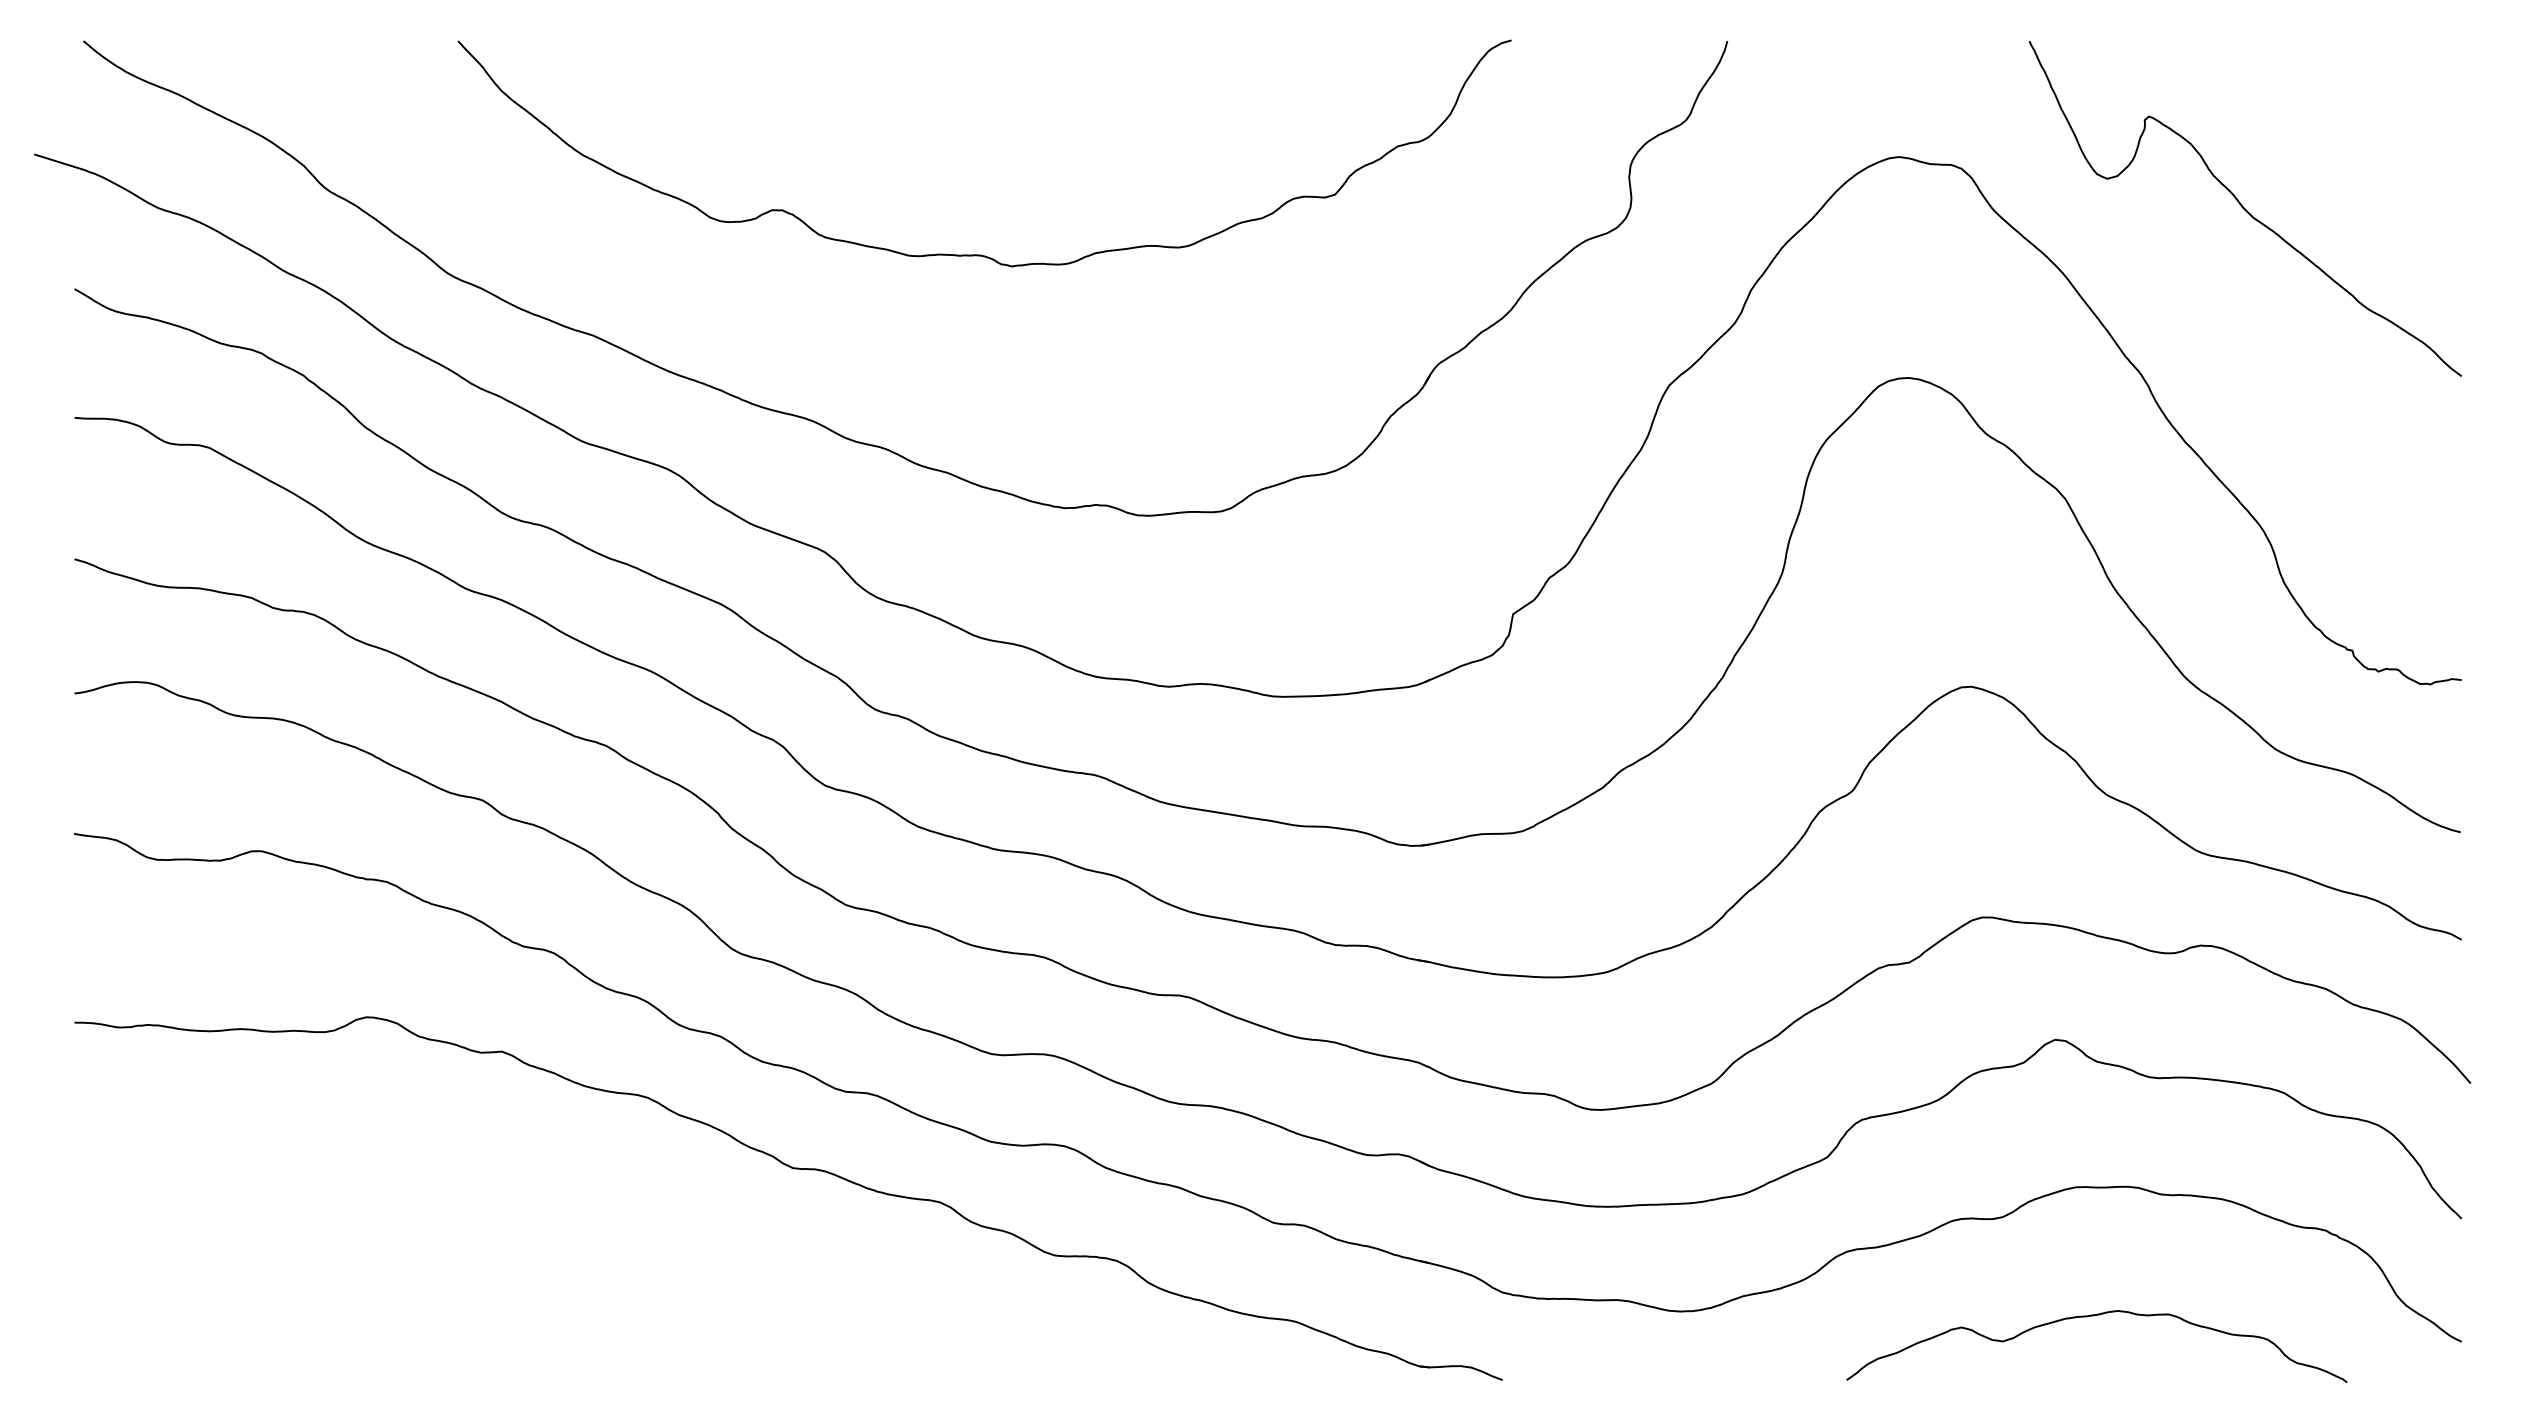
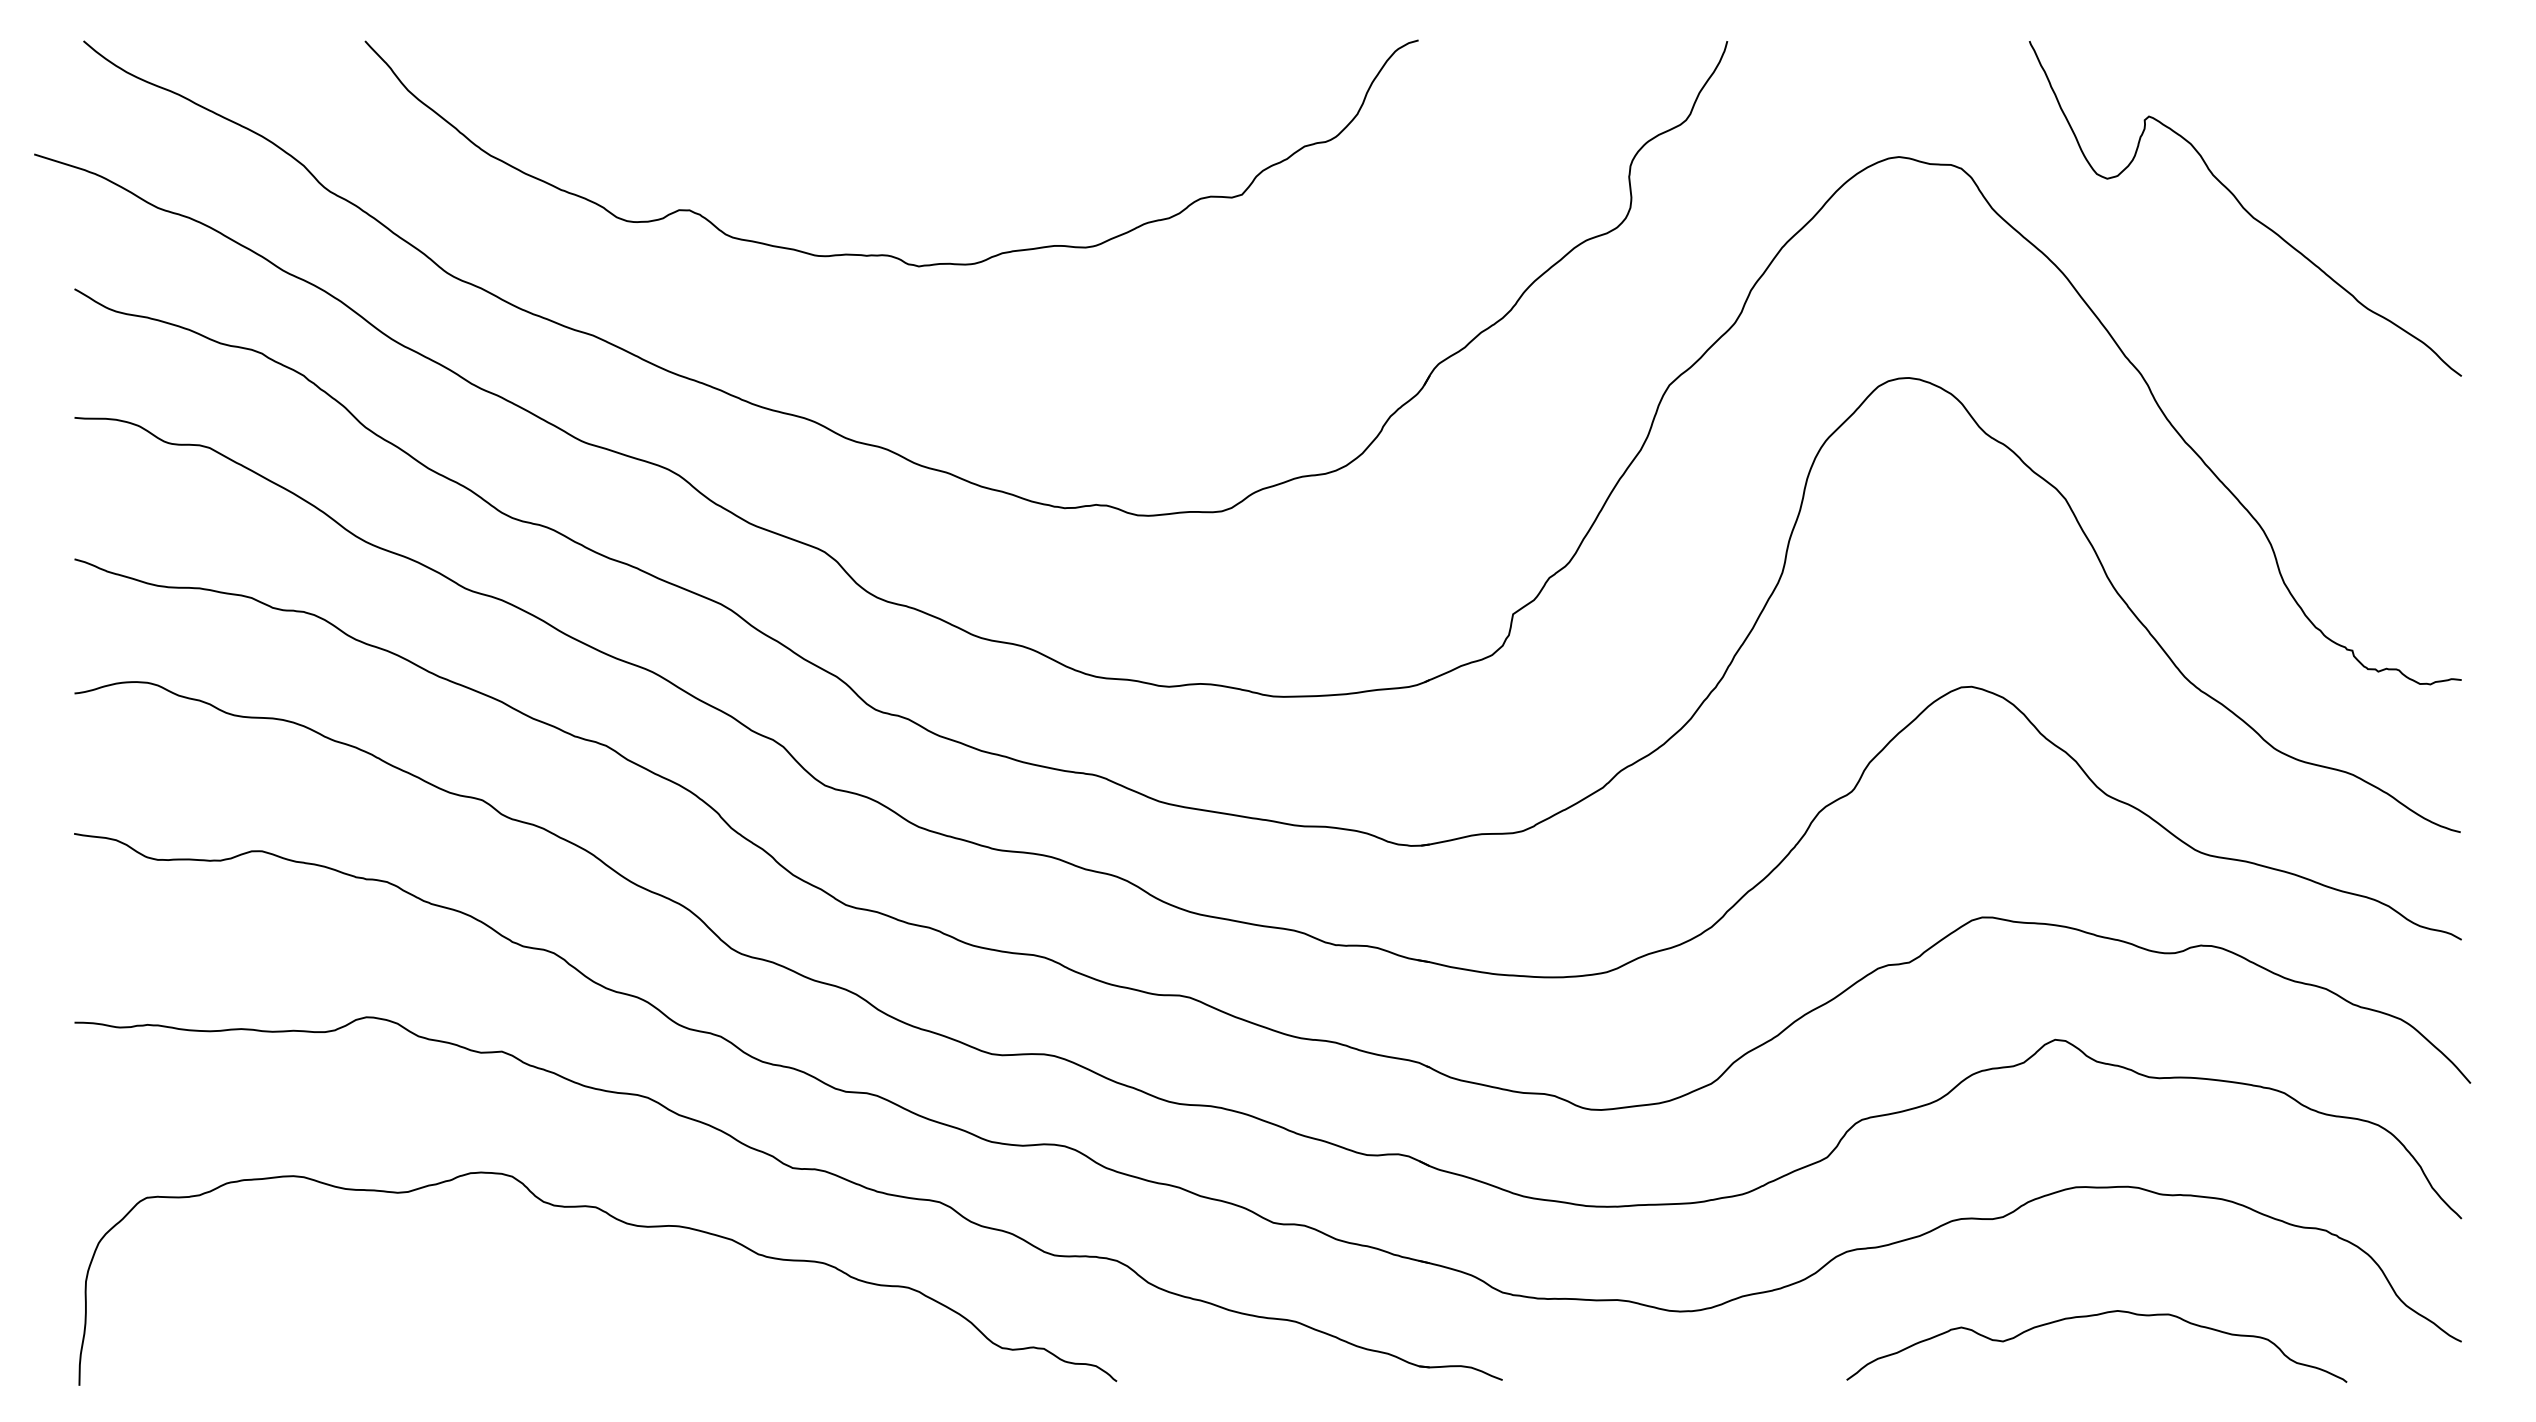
curve at (981, 254) position: (981, 254) -> (888, 254)
curve at (621, 1222): none -> present
